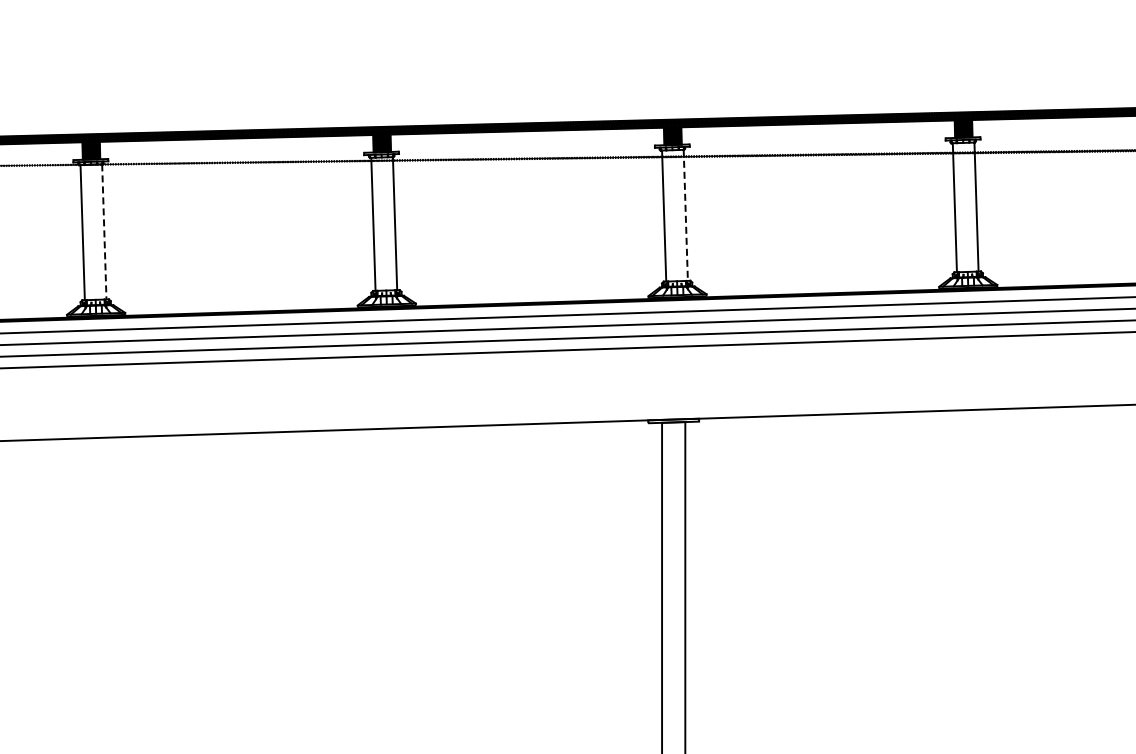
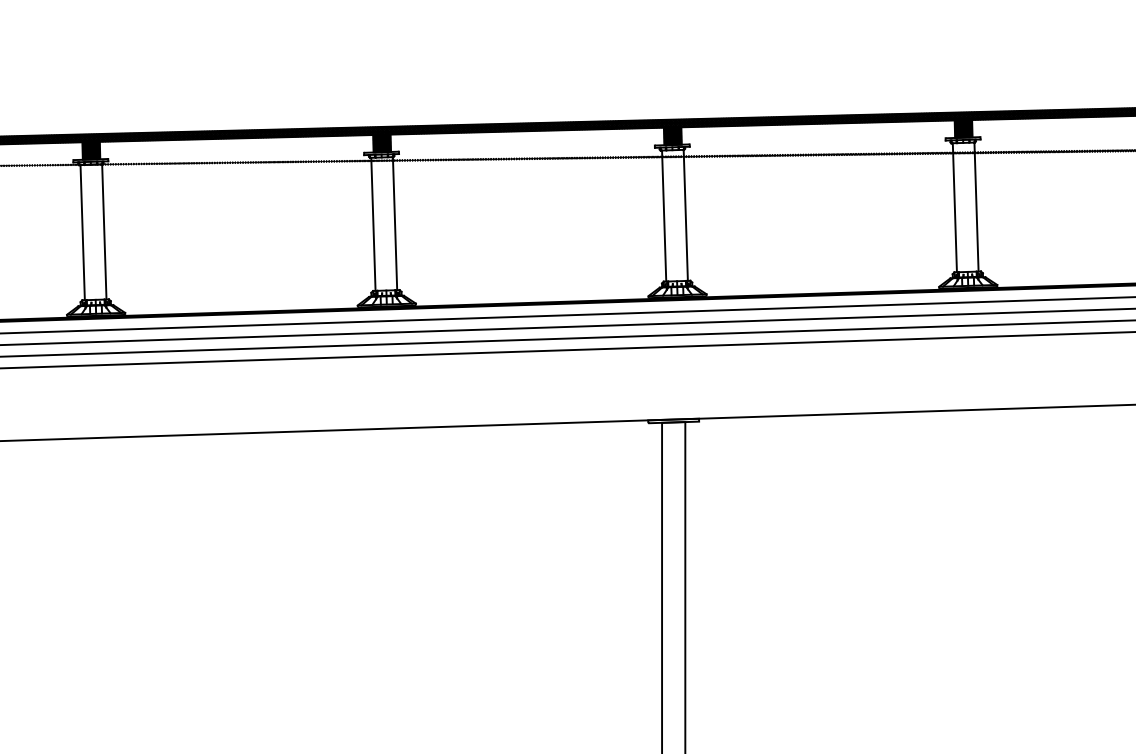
line at (685, 215): dashed -> solid
line at (104, 231): dashed -> solid
